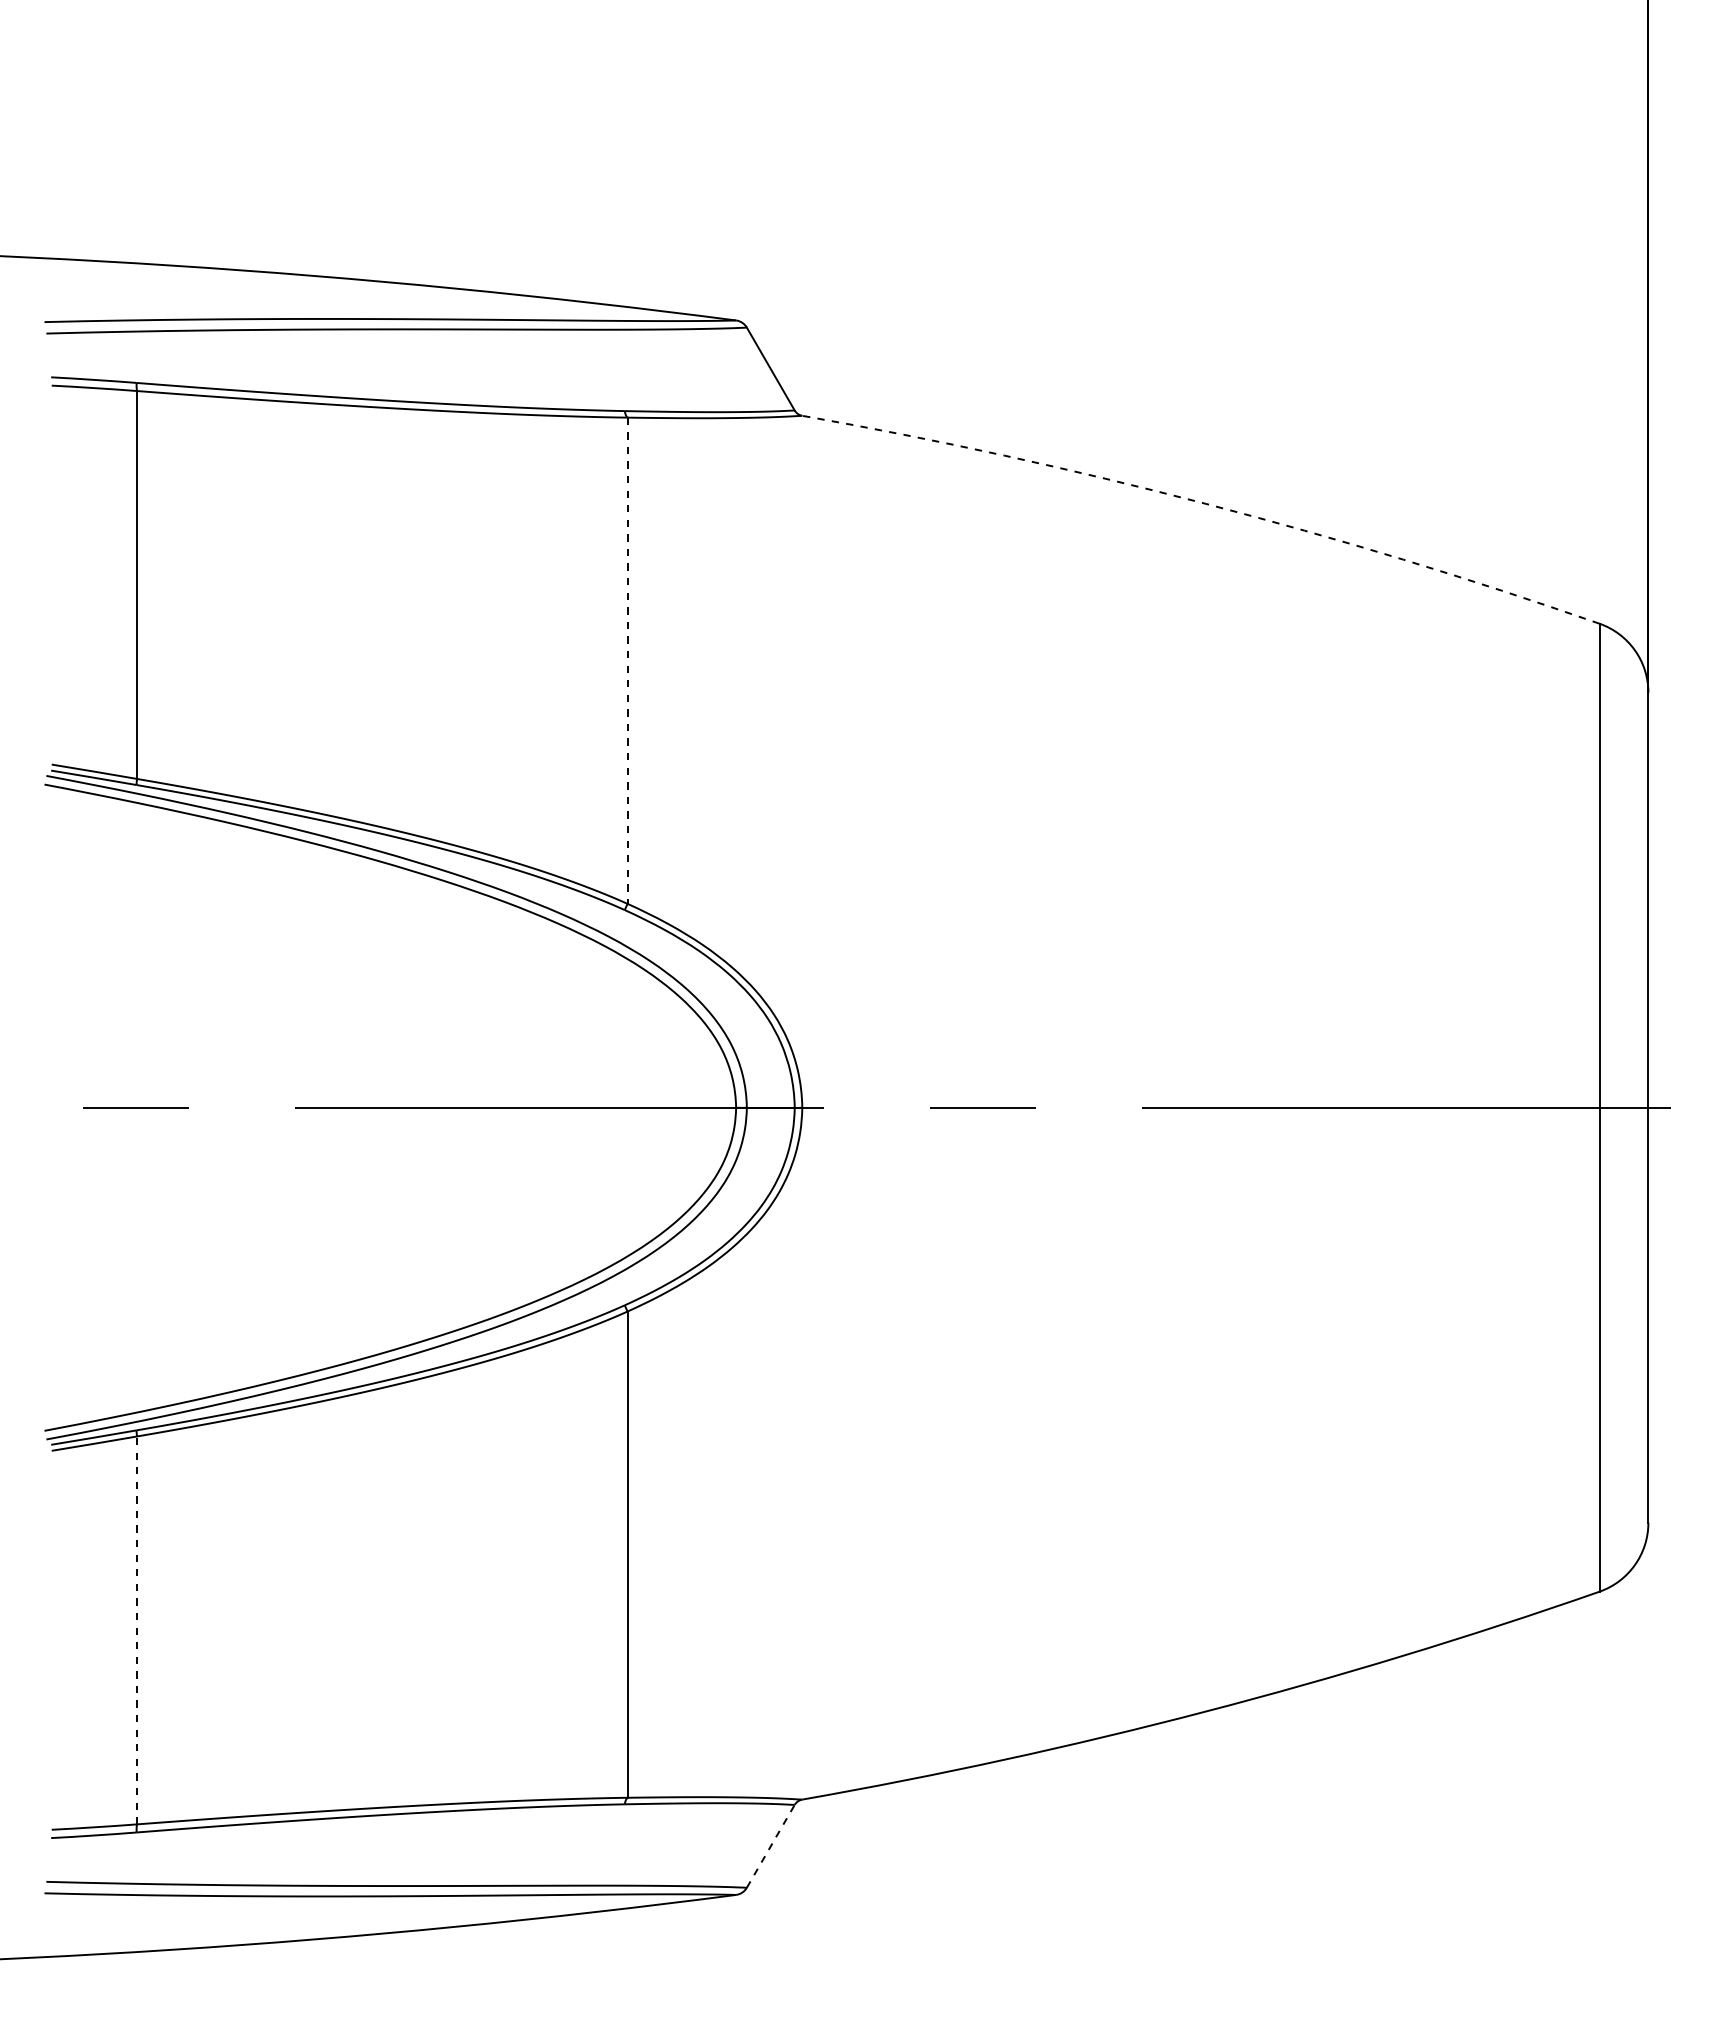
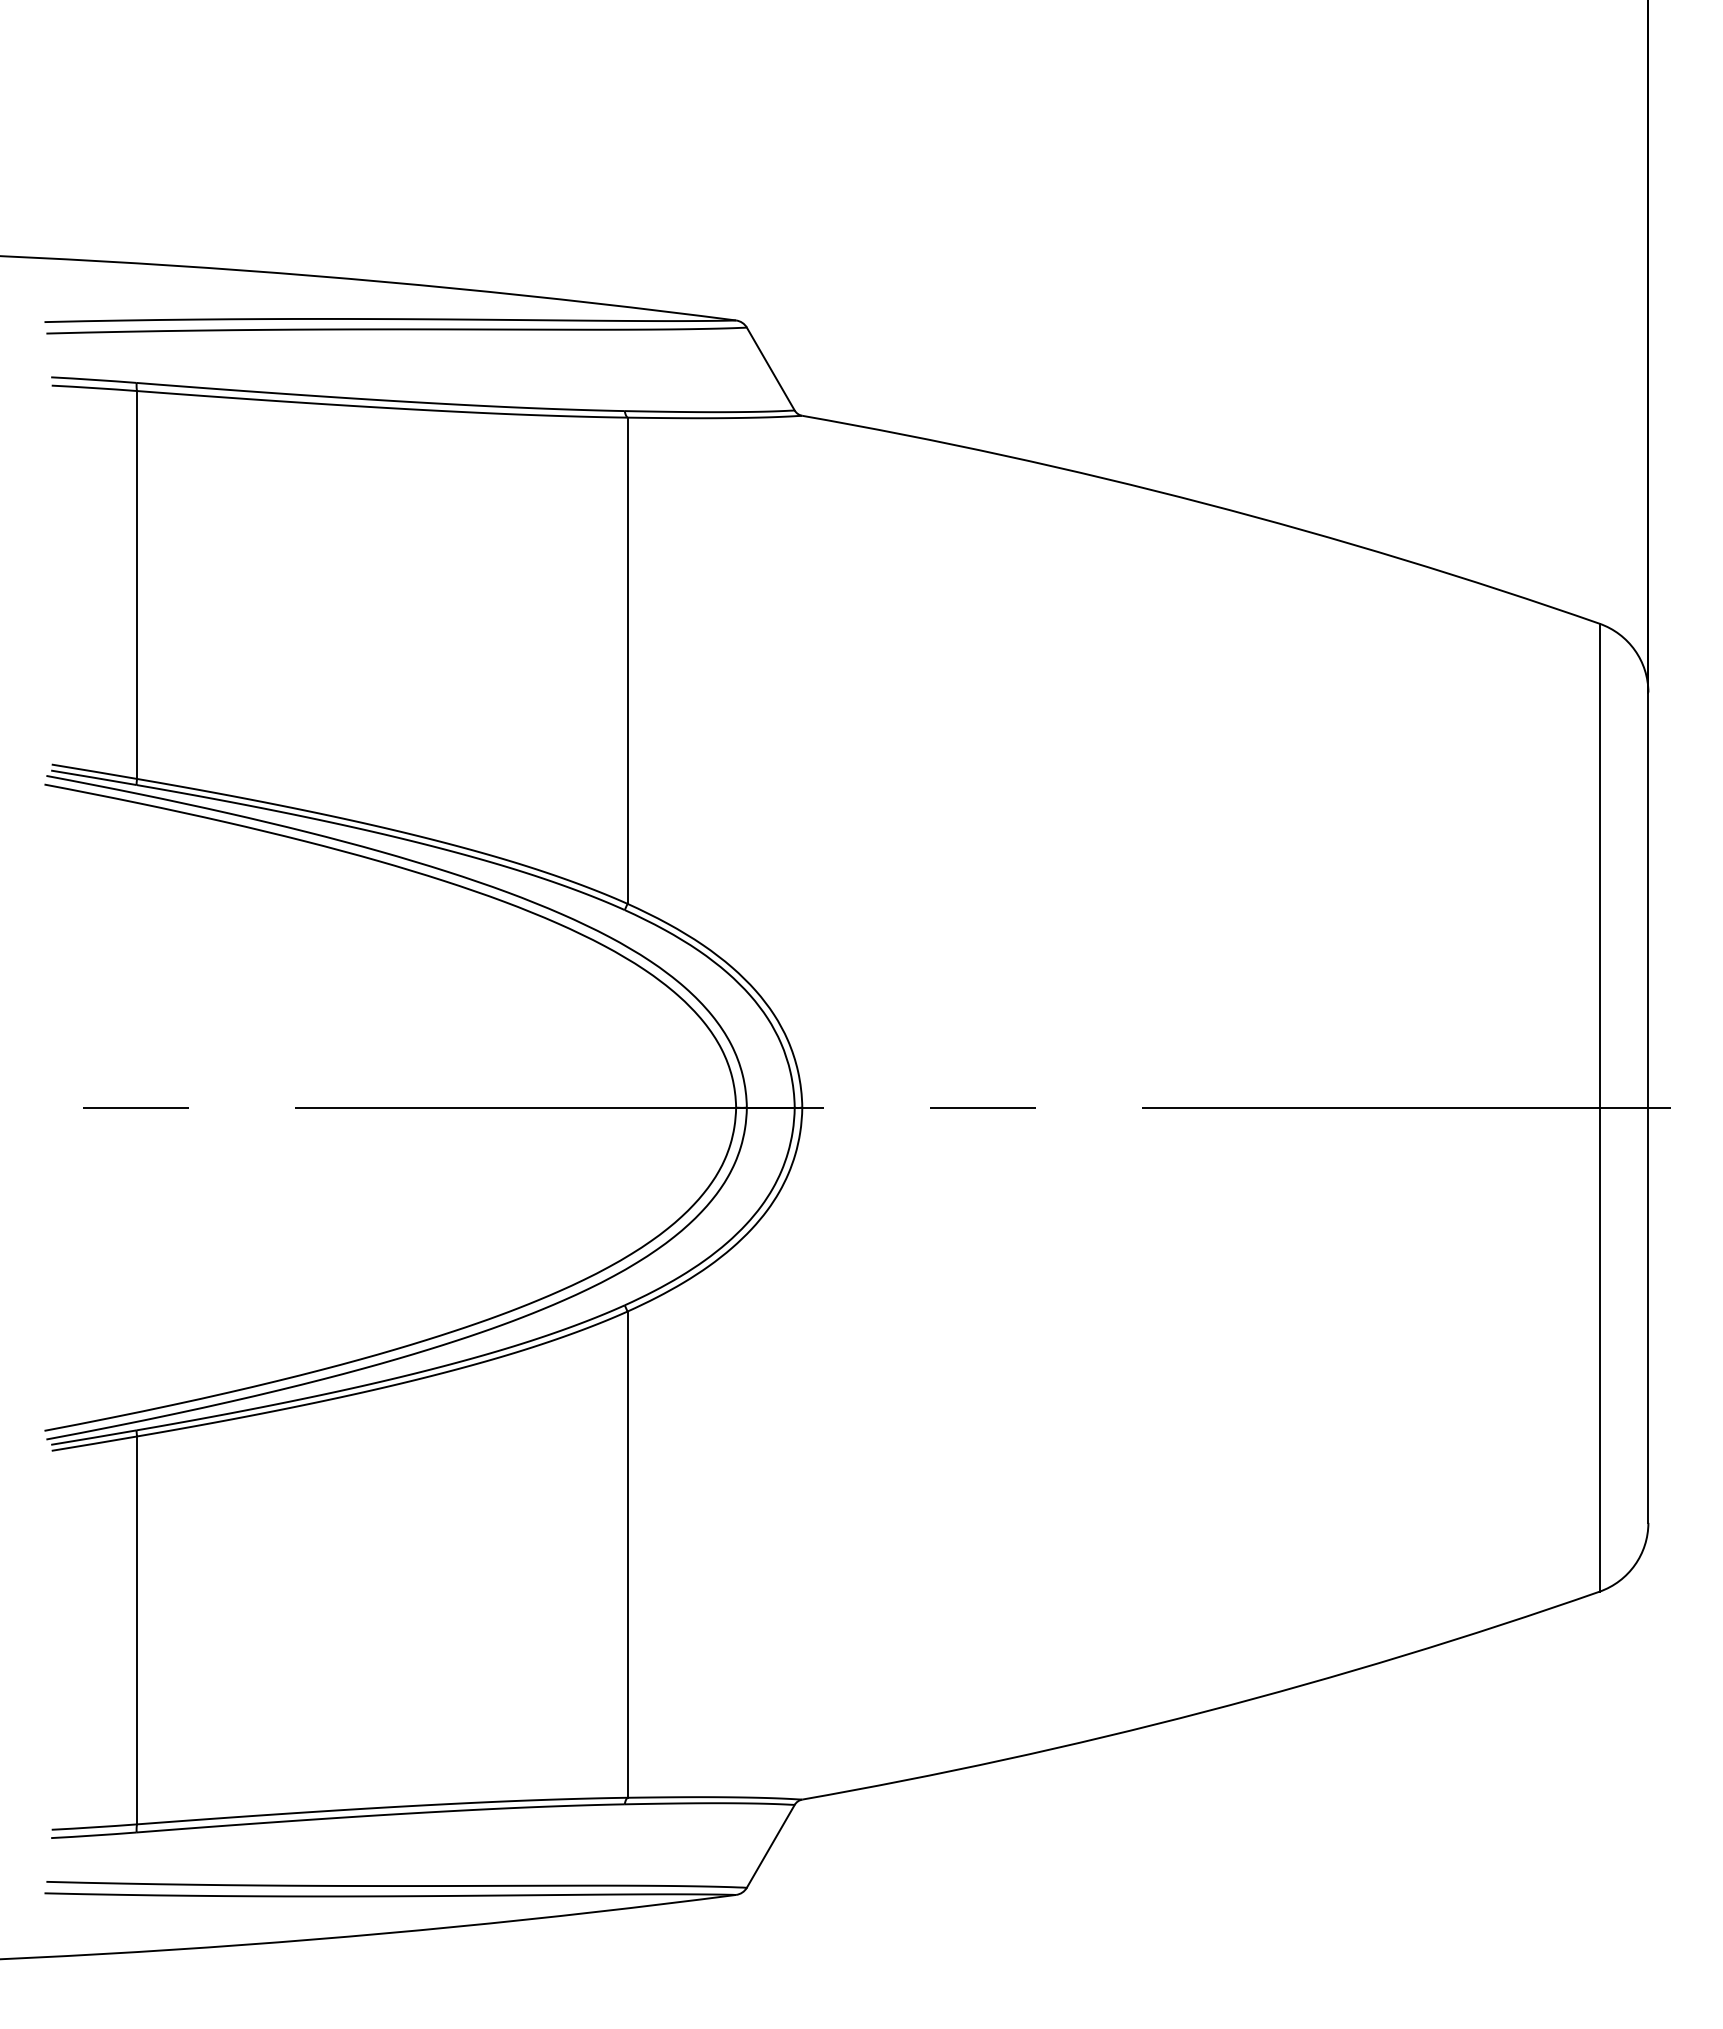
arc at (1205, 503): dashed -> solid
line at (627, 661): dashed -> solid
line at (137, 1630): dashed -> solid
line at (770, 1846): dashed -> solid
